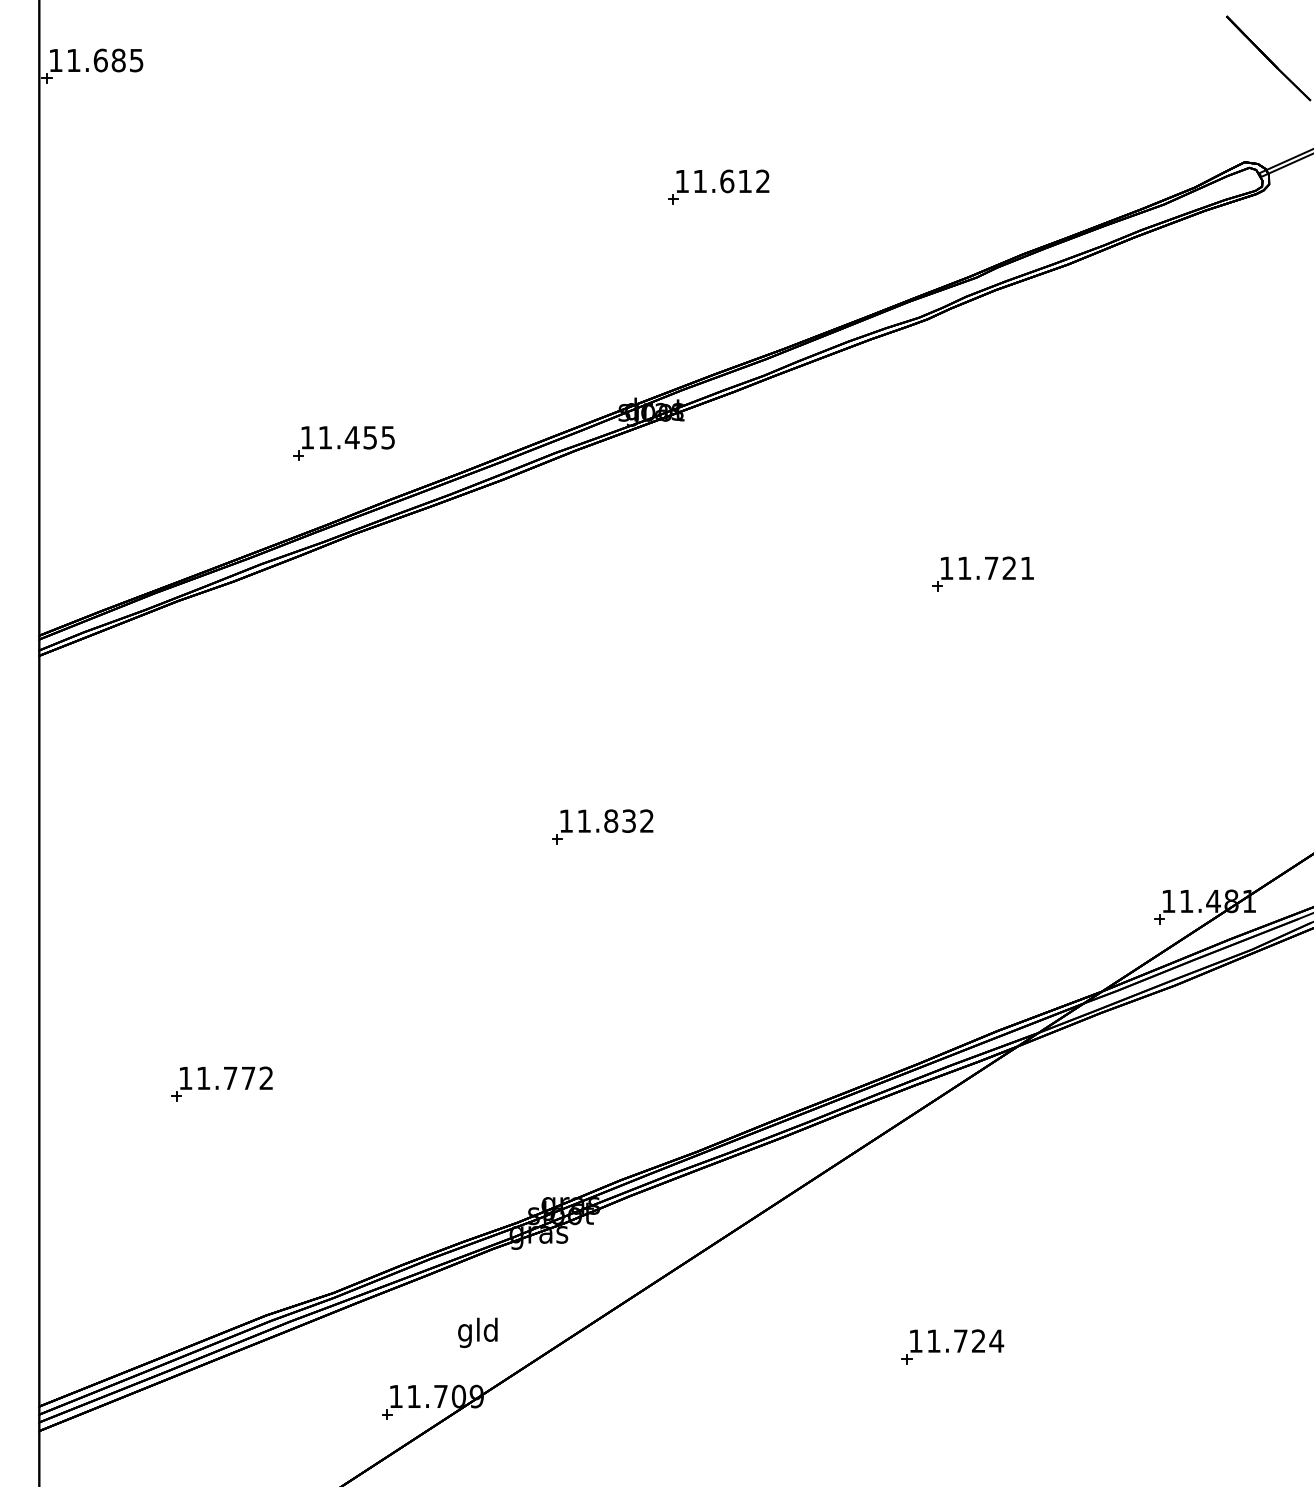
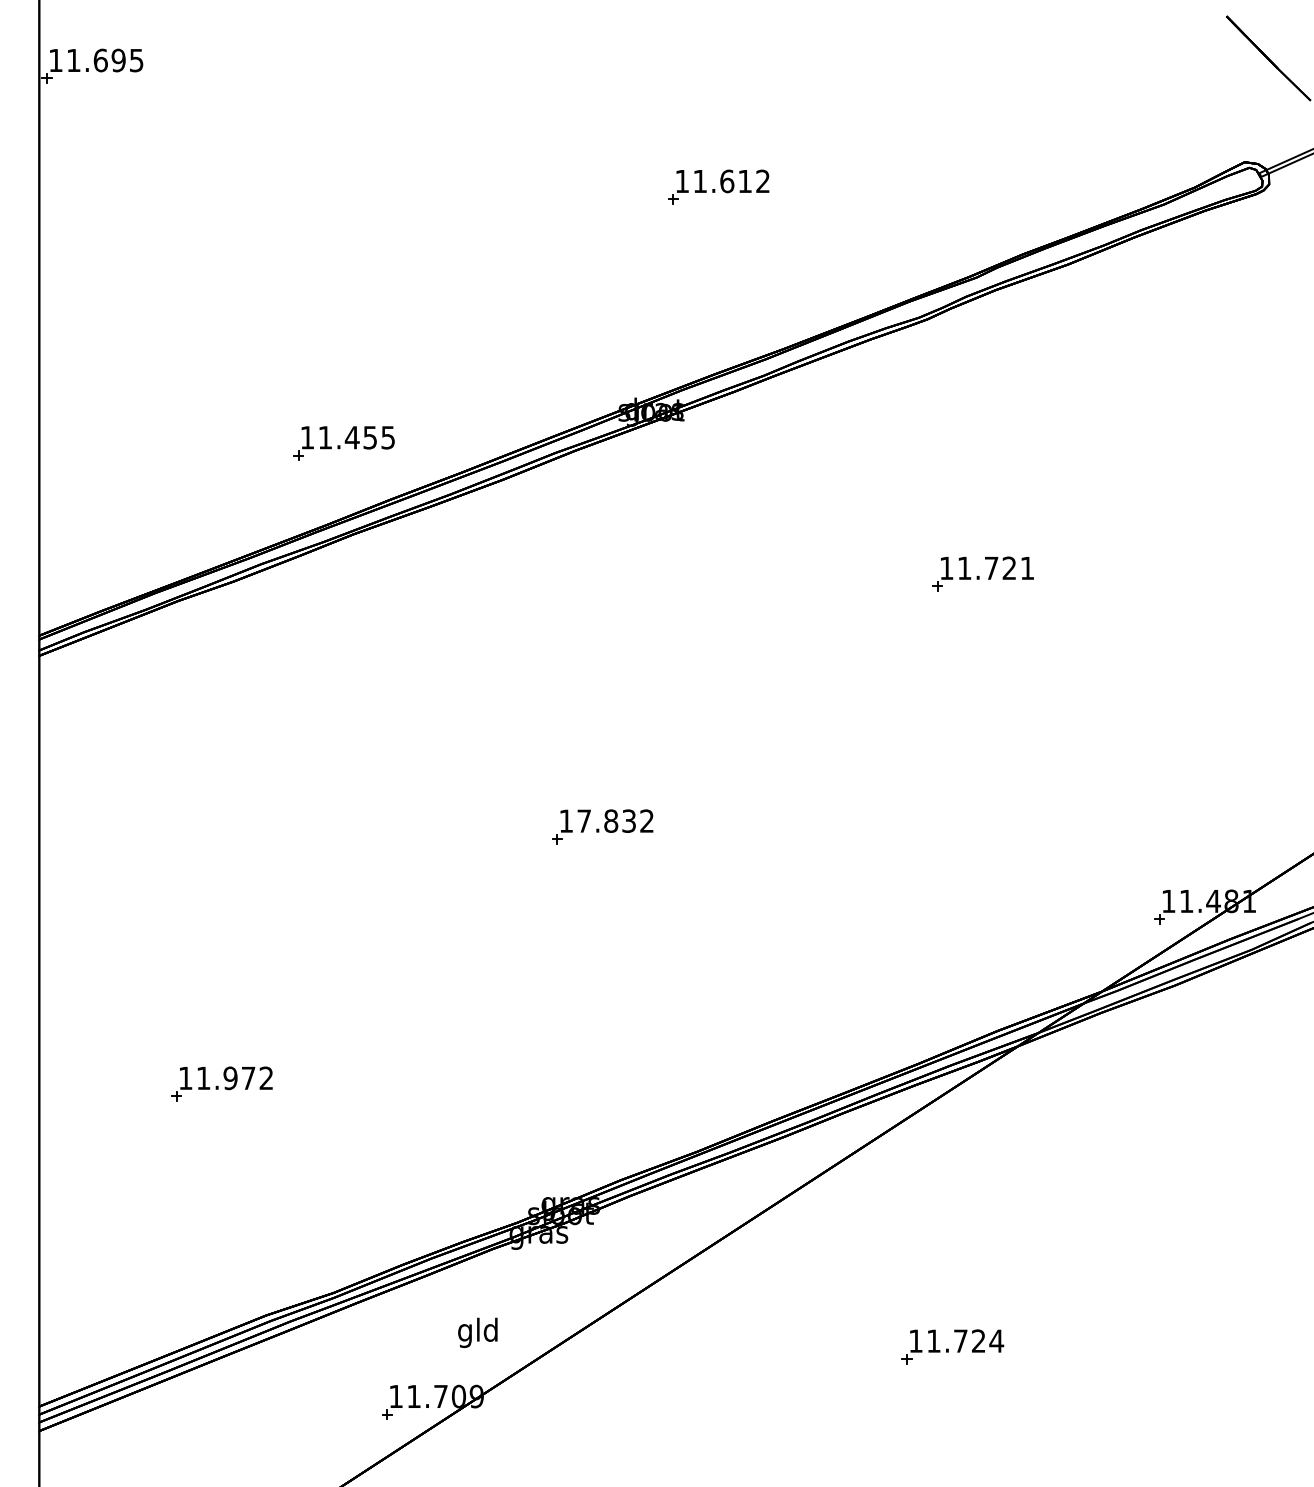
text at (118, 60): 11.685 -> 11.695
text at (583, 820): 11.832 -> 17.832
text at (230, 1078): 11.772 -> 11.972
